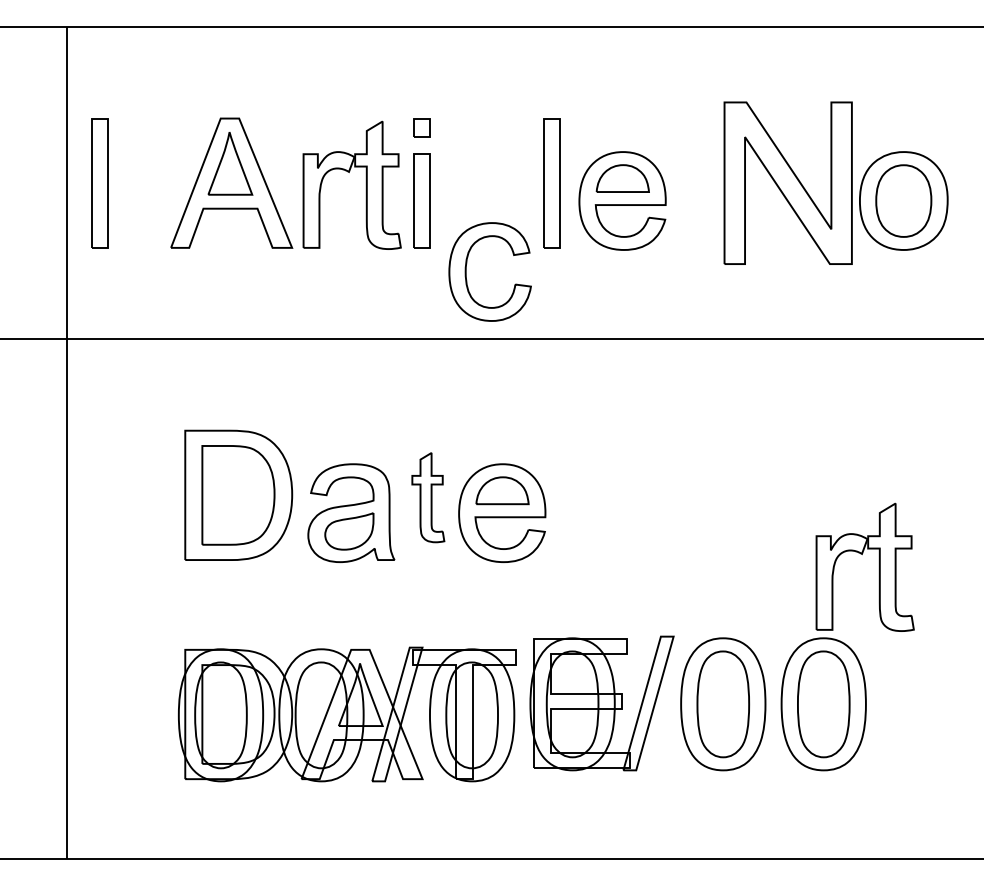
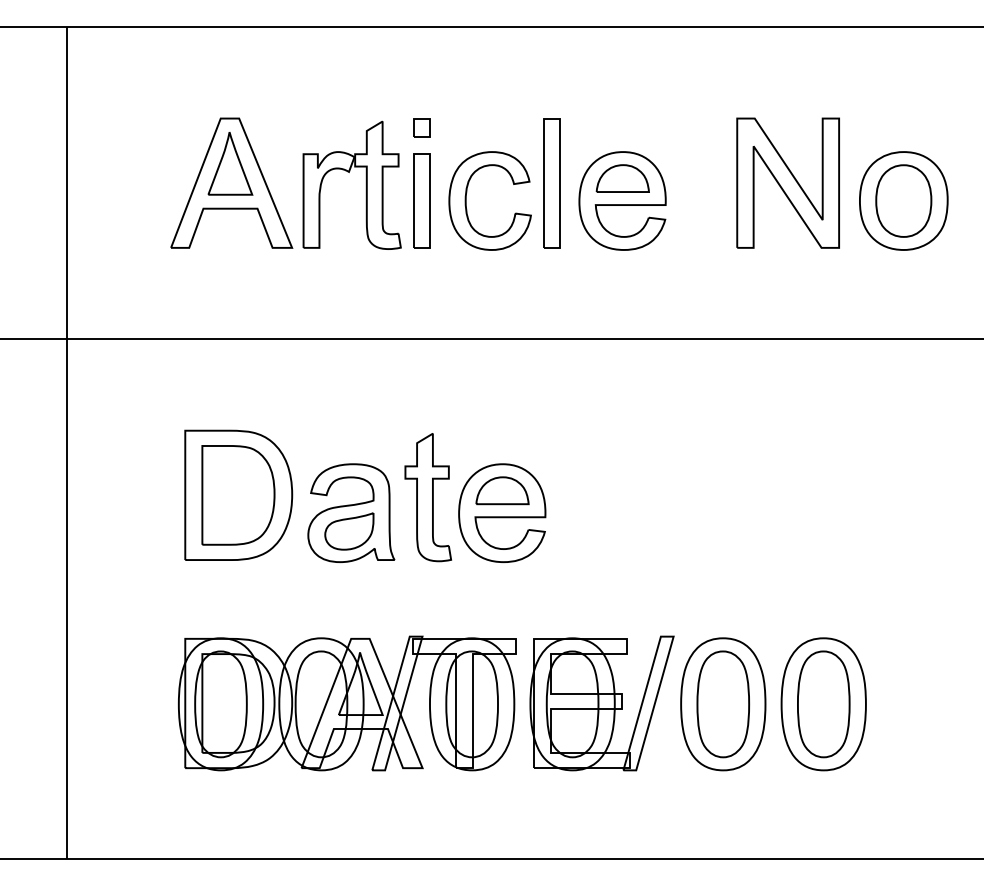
part at (787, 182) size: 130x164 px -> 104x132 px
part at (99, 183): present -> none
part at (466, 271) position: (466, 271) -> (466, 200)
part at (428, 497) size: 35x92 px -> 49x130 px
part at (862, 554): present -> none
part at (347, 714) position: (347, 714) -> (347, 703)
